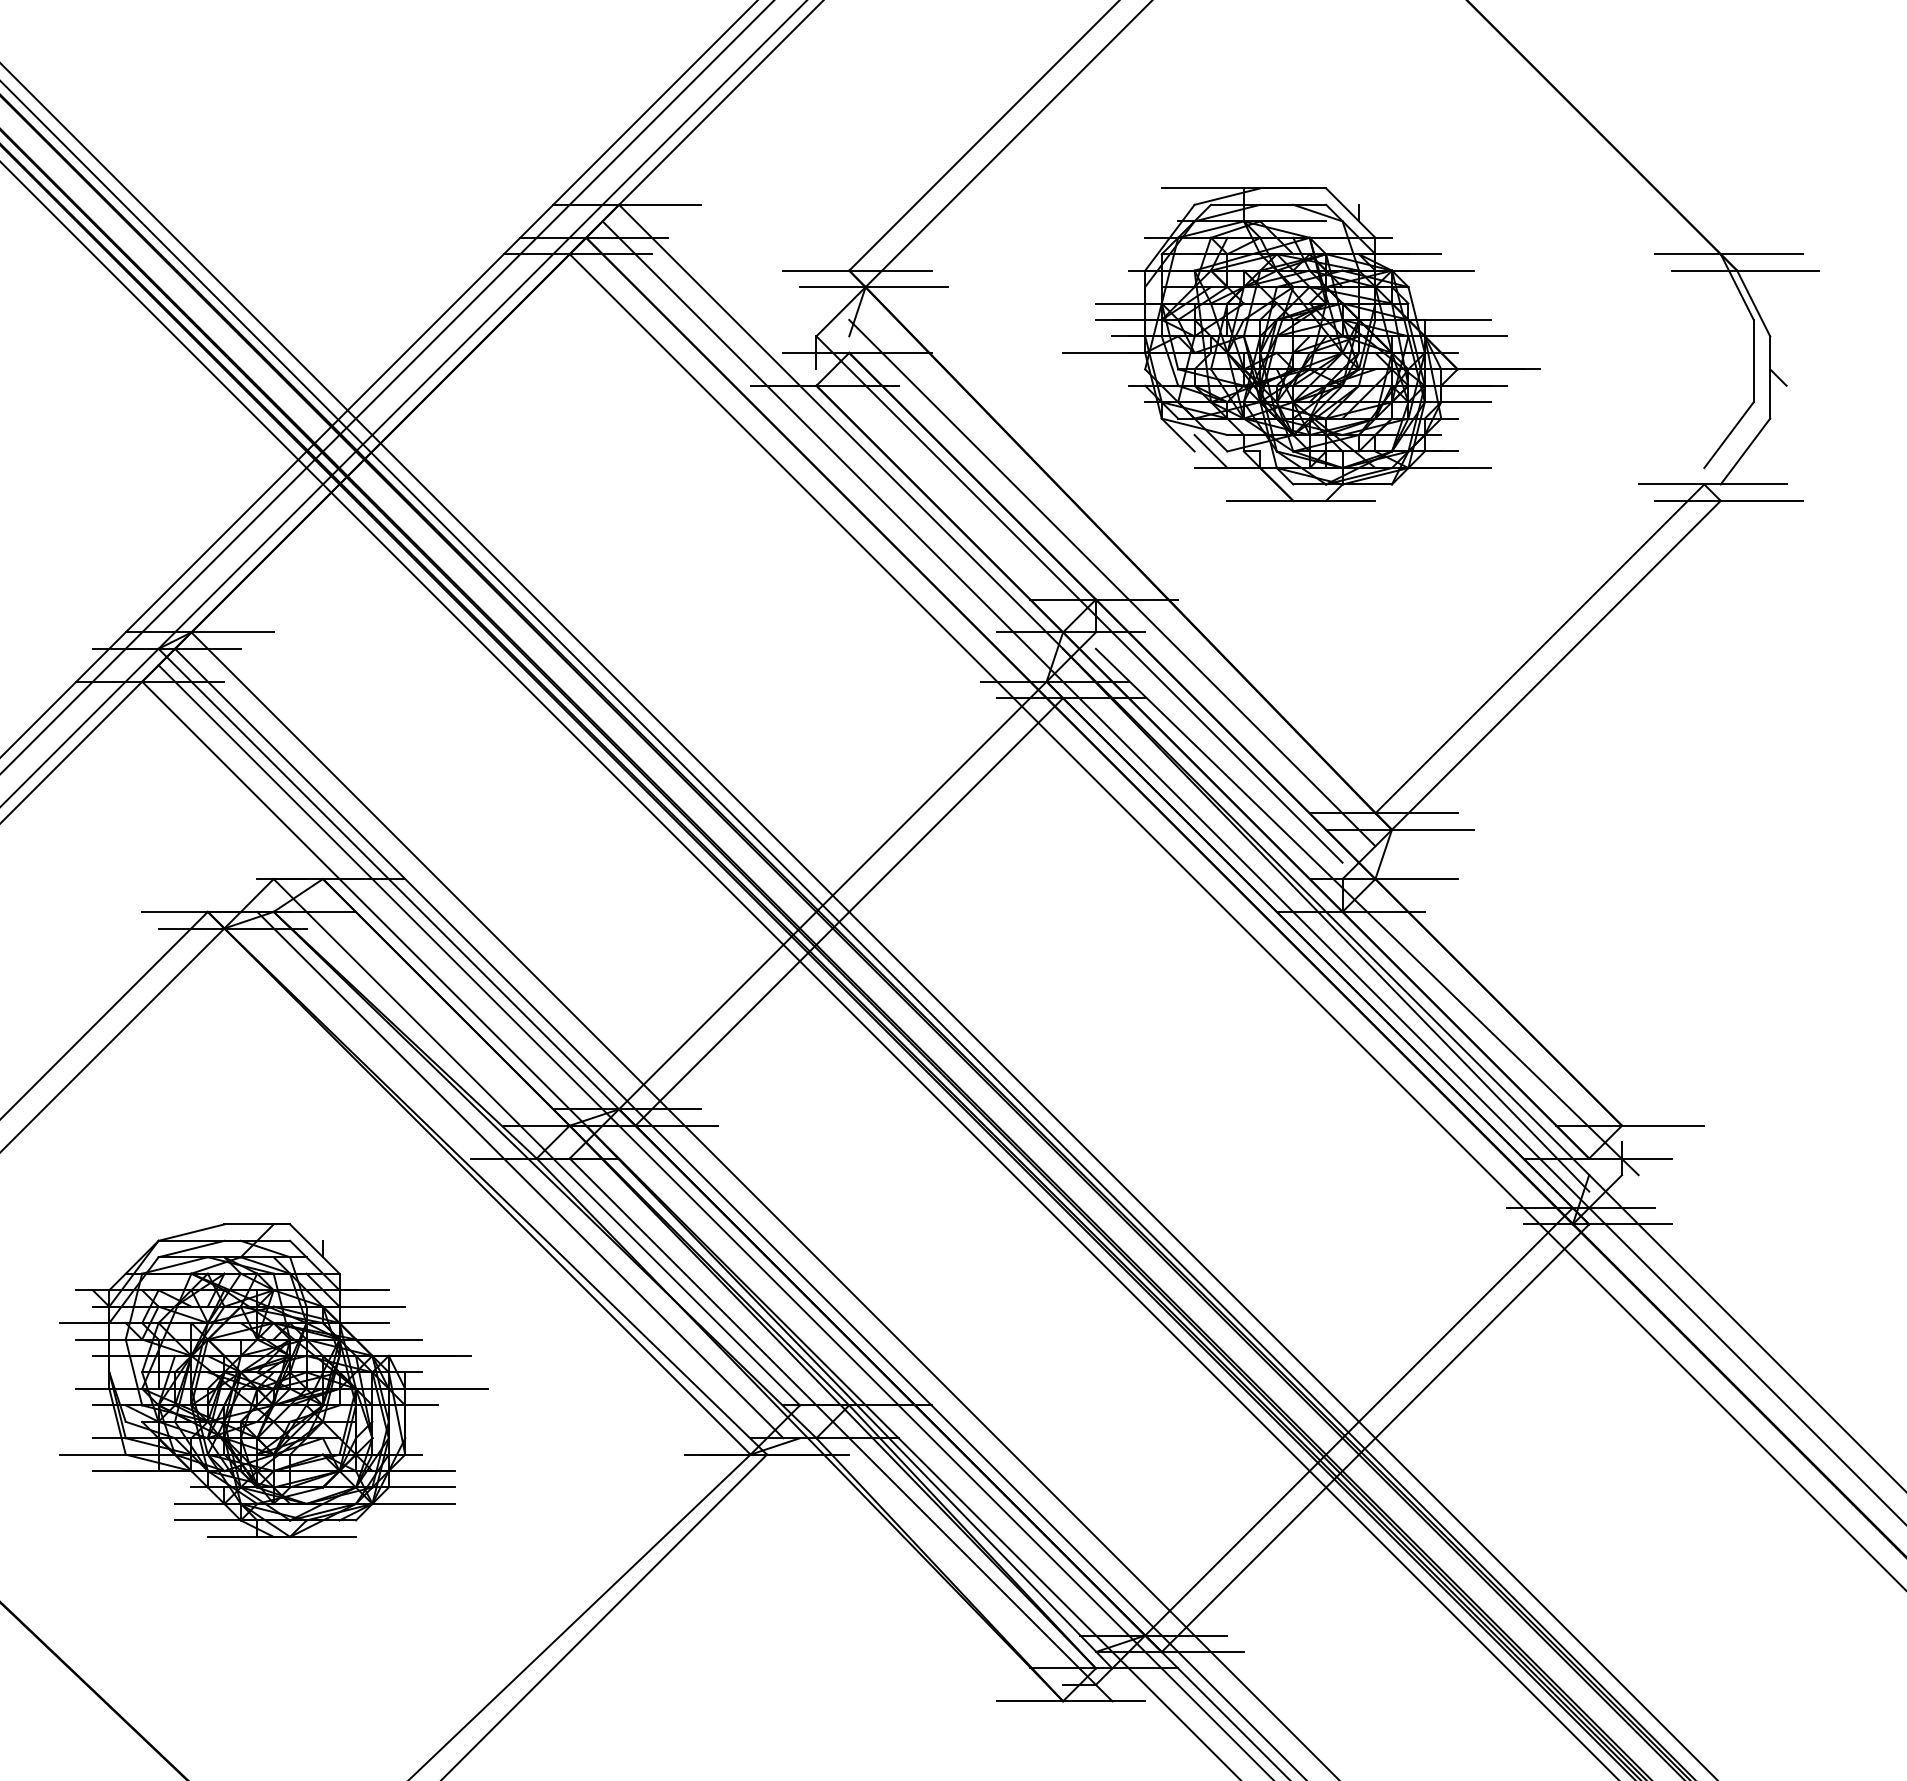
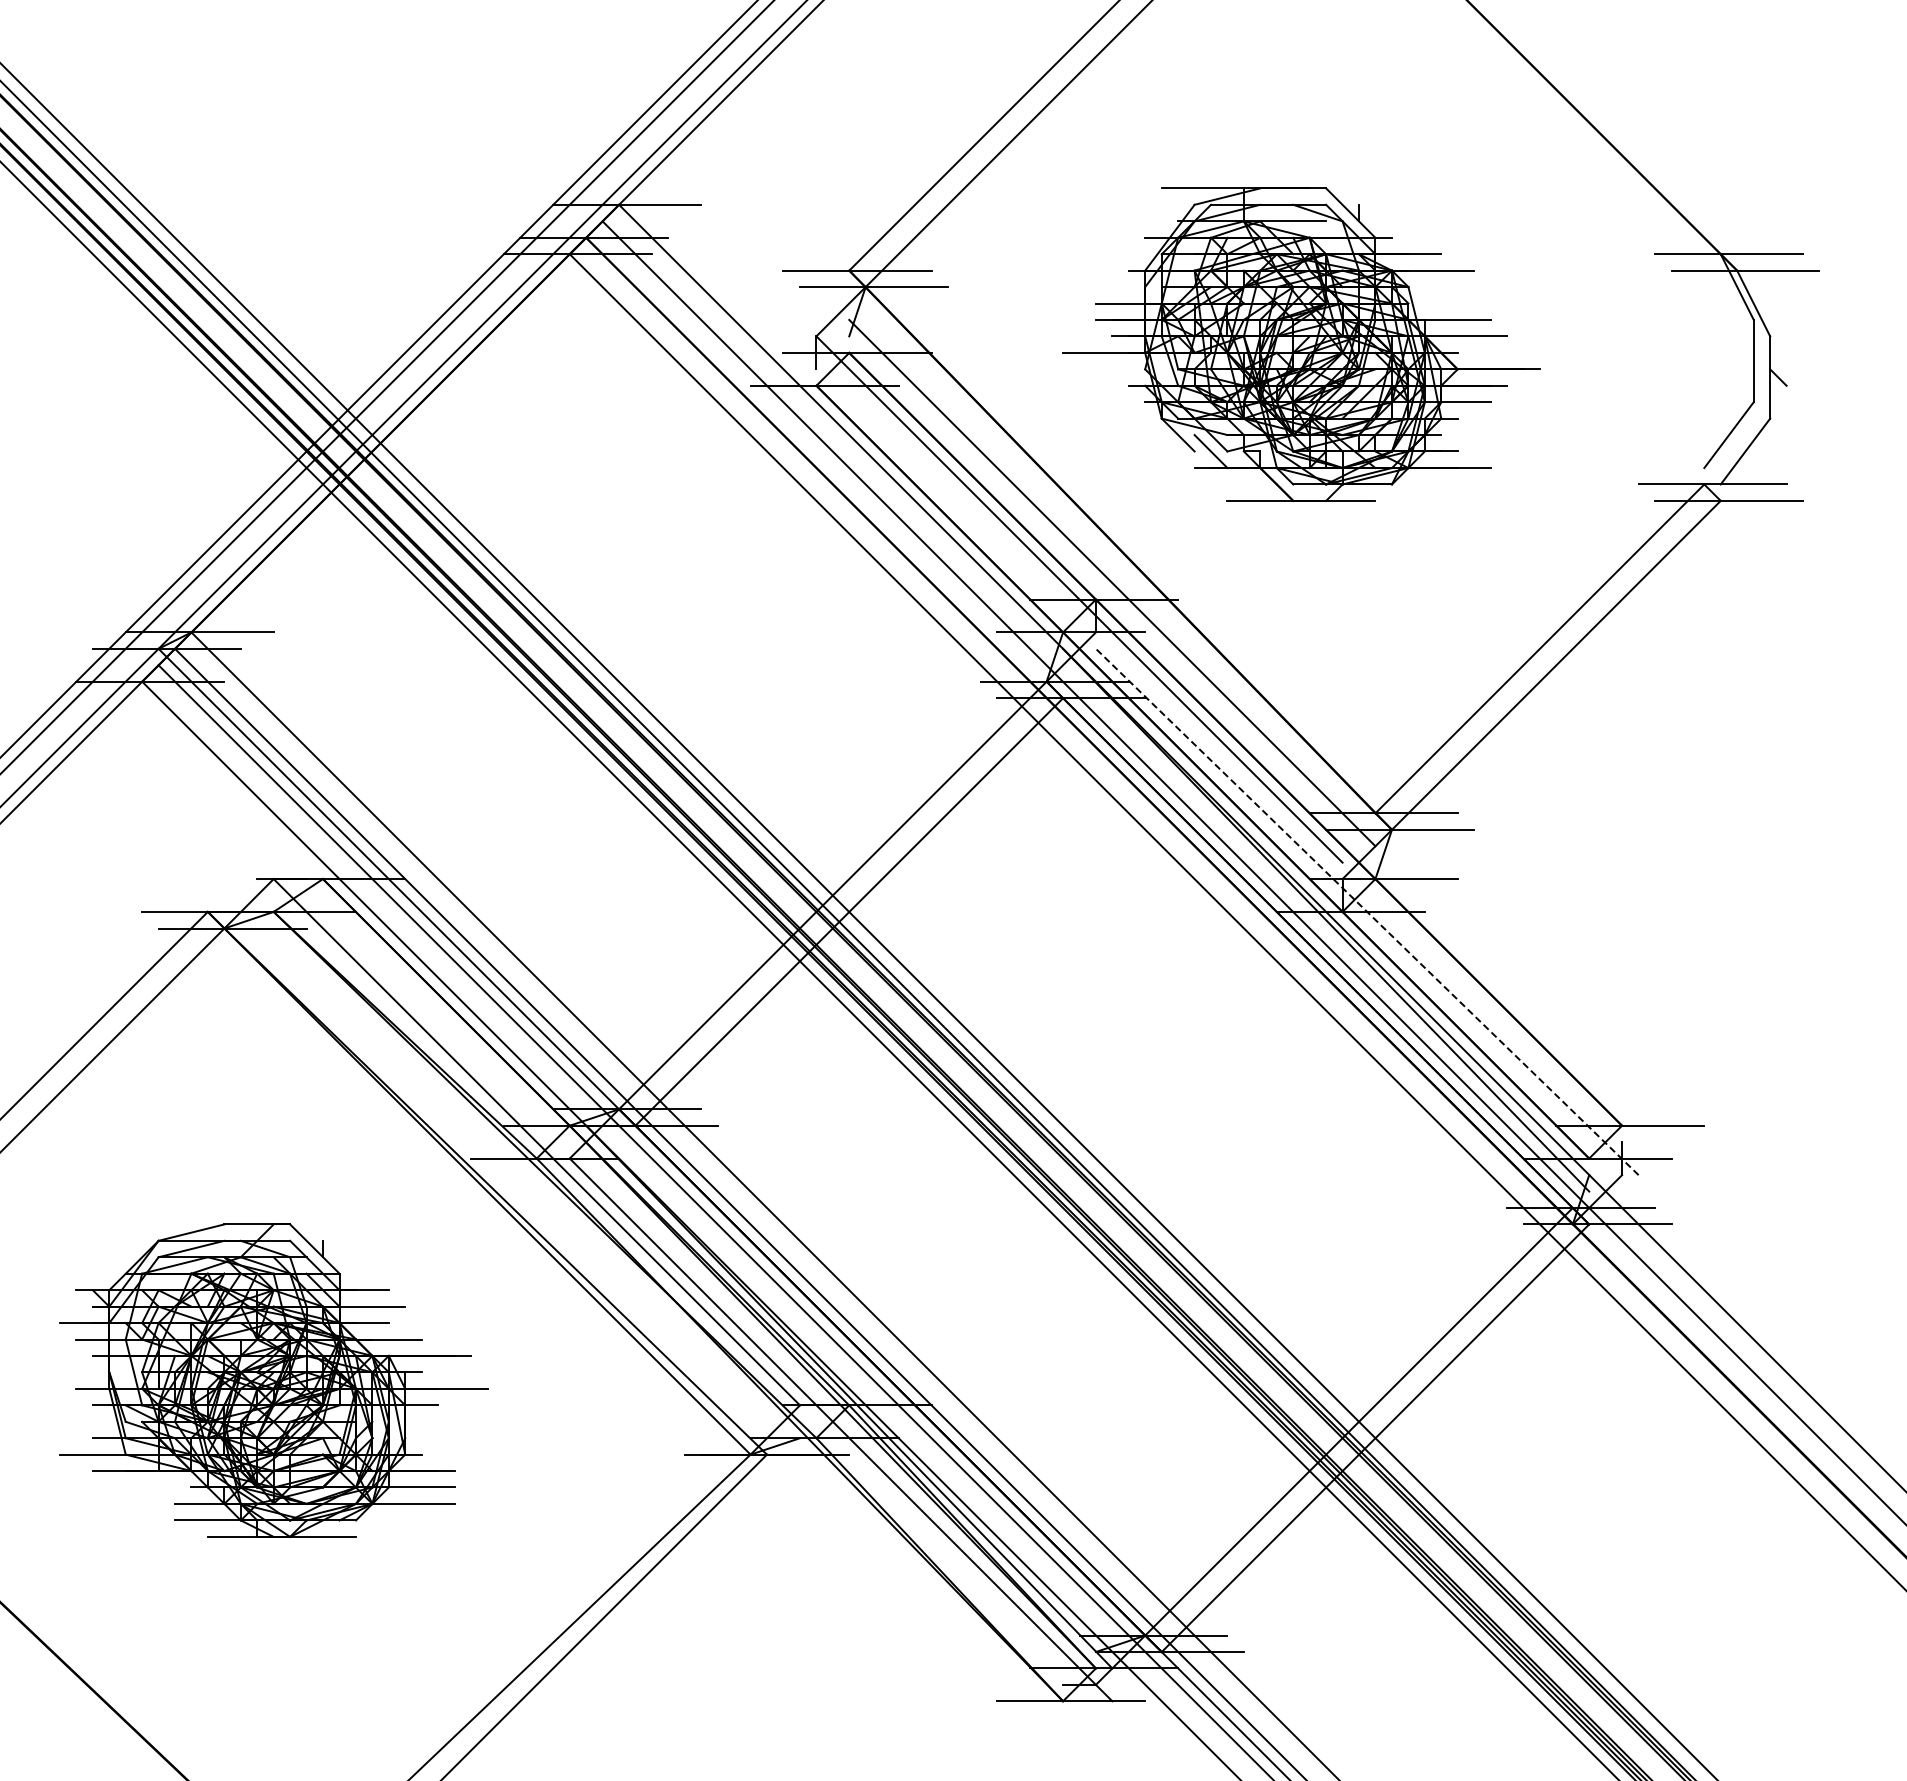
line at (1366, 911): solid -> dashed
line at (520, 1174): present -> none
